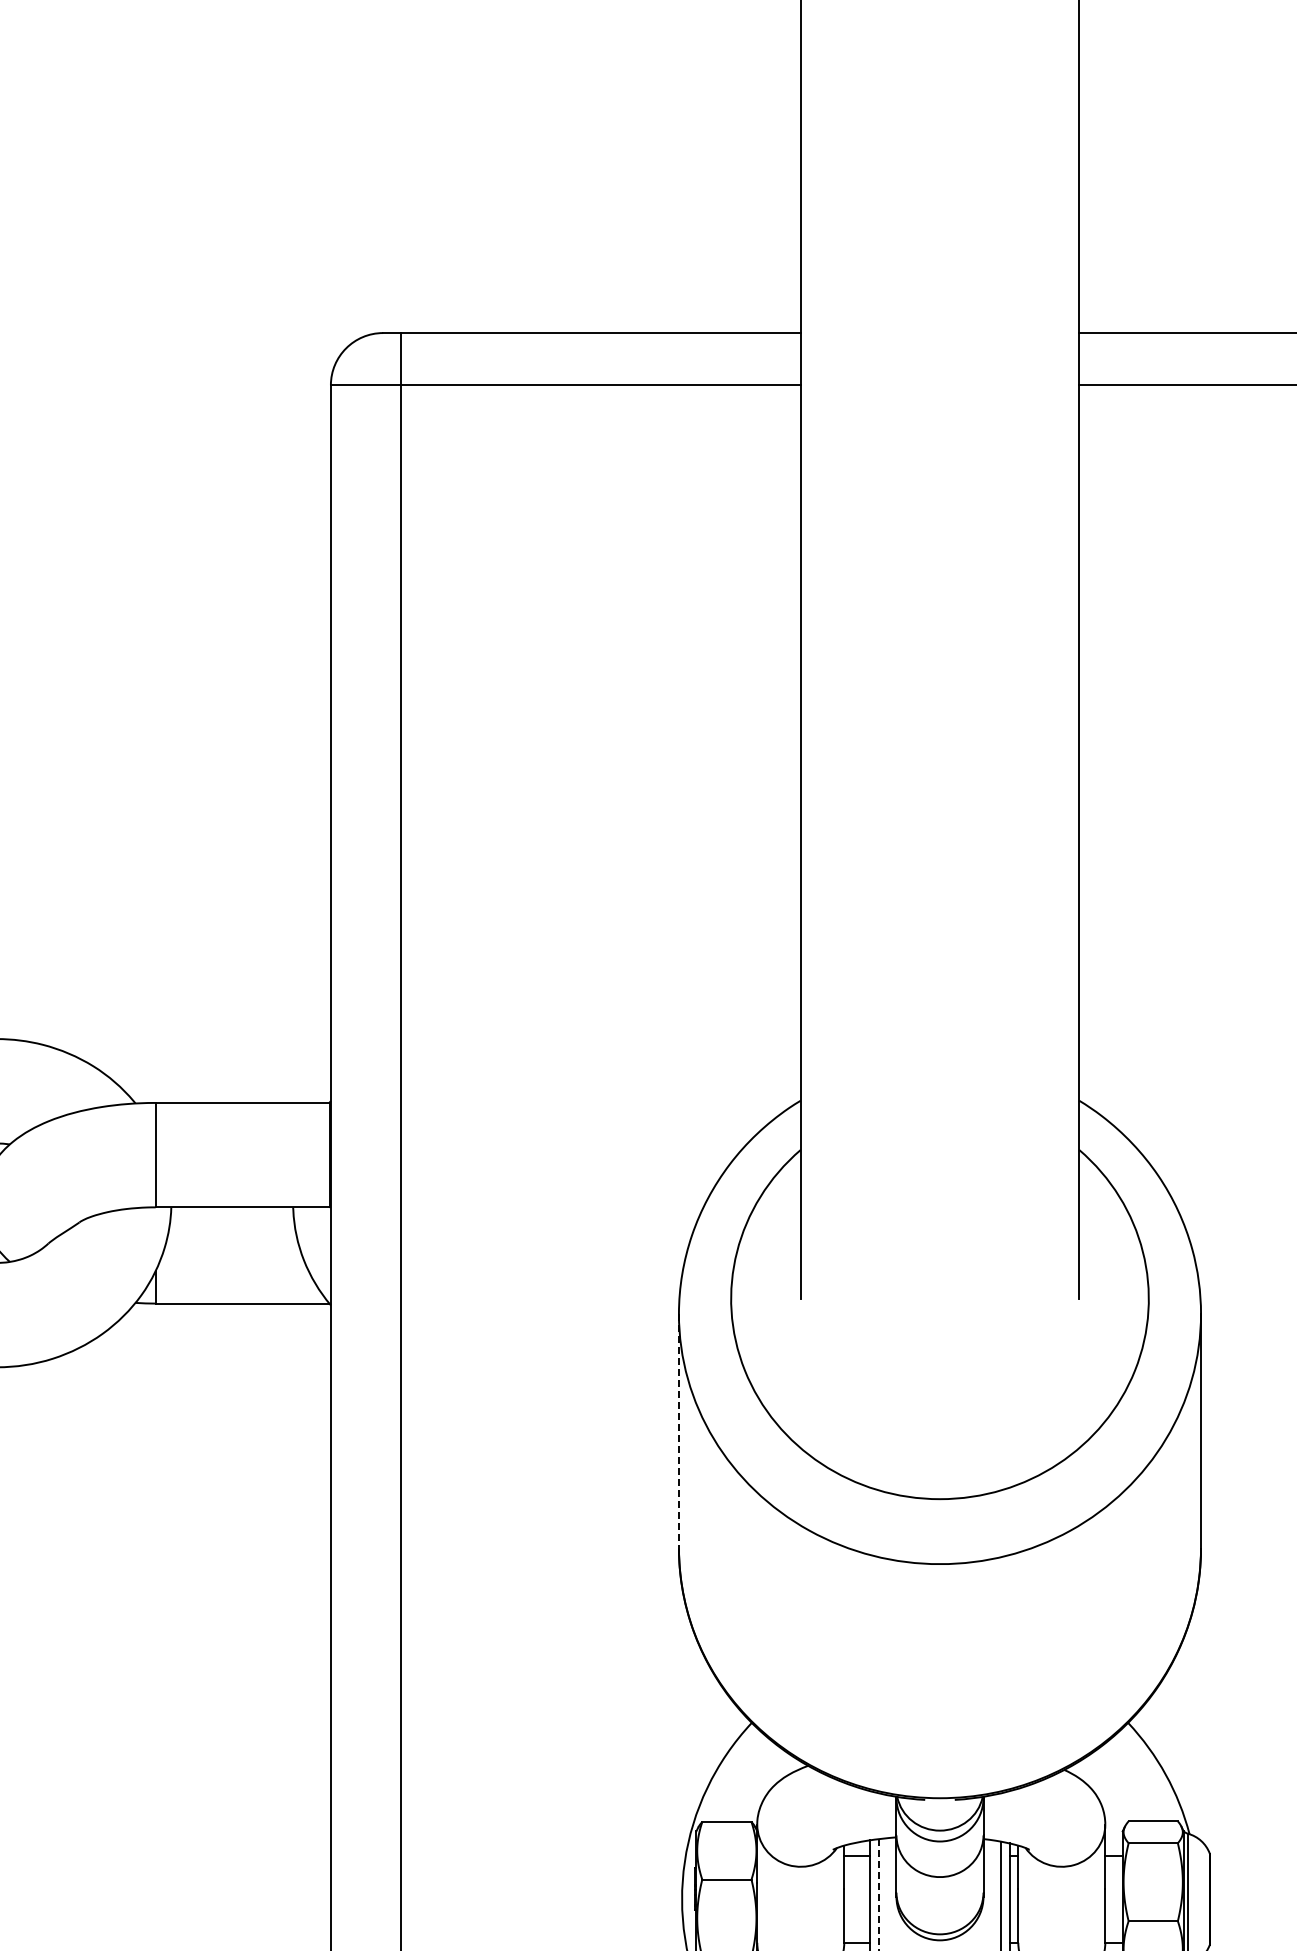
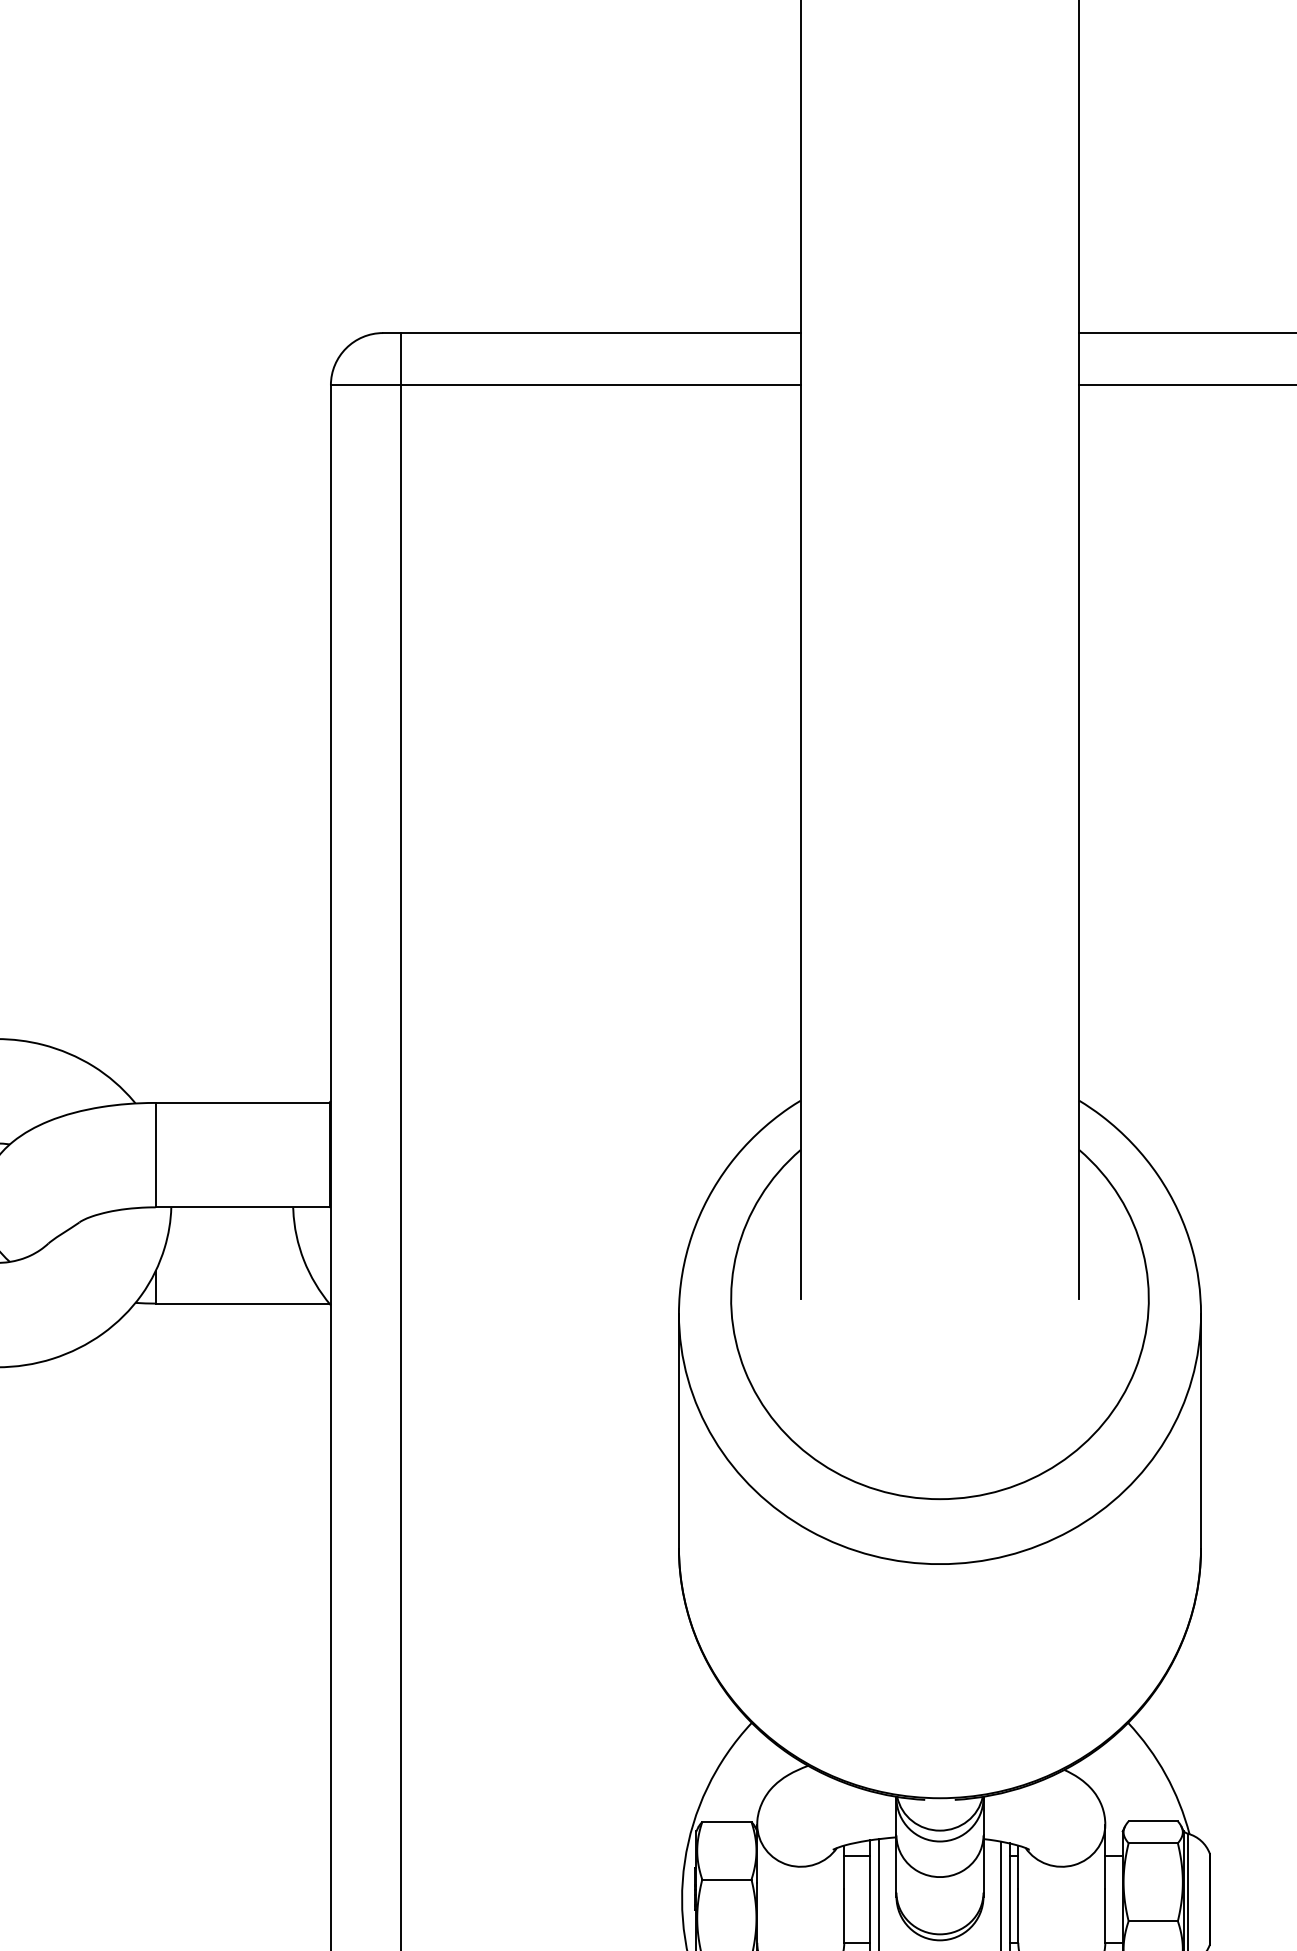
line at (678, 1431): dashed -> solid
line at (879, 1894): dashed -> solid
